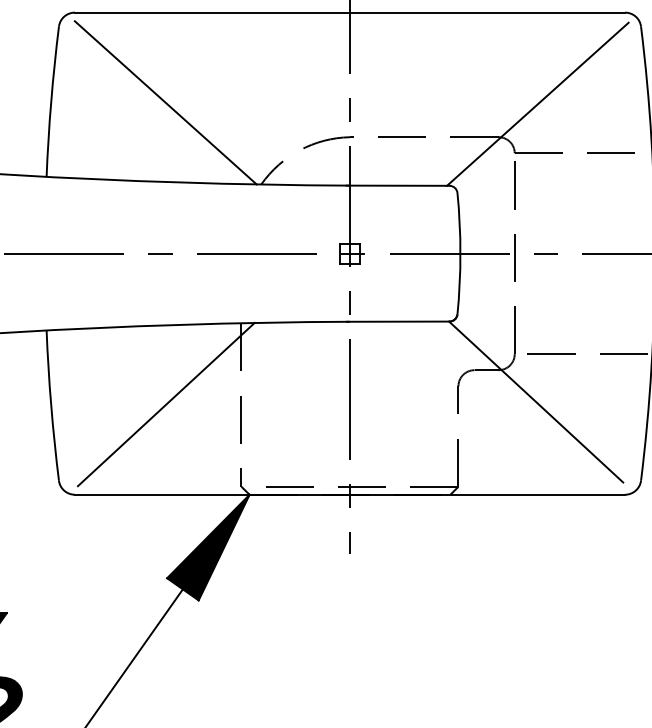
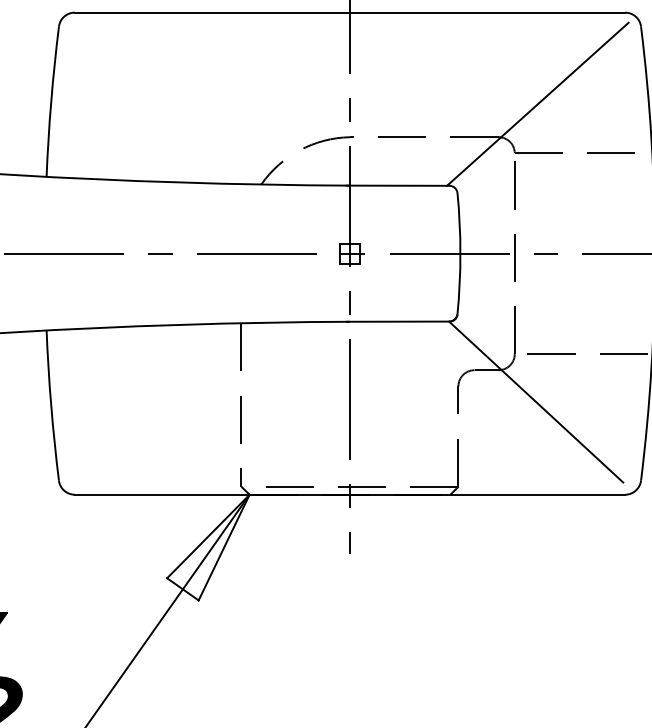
line at (165, 102): present -> none
line at (165, 404): present -> none
fill at (208, 547): present -> none
